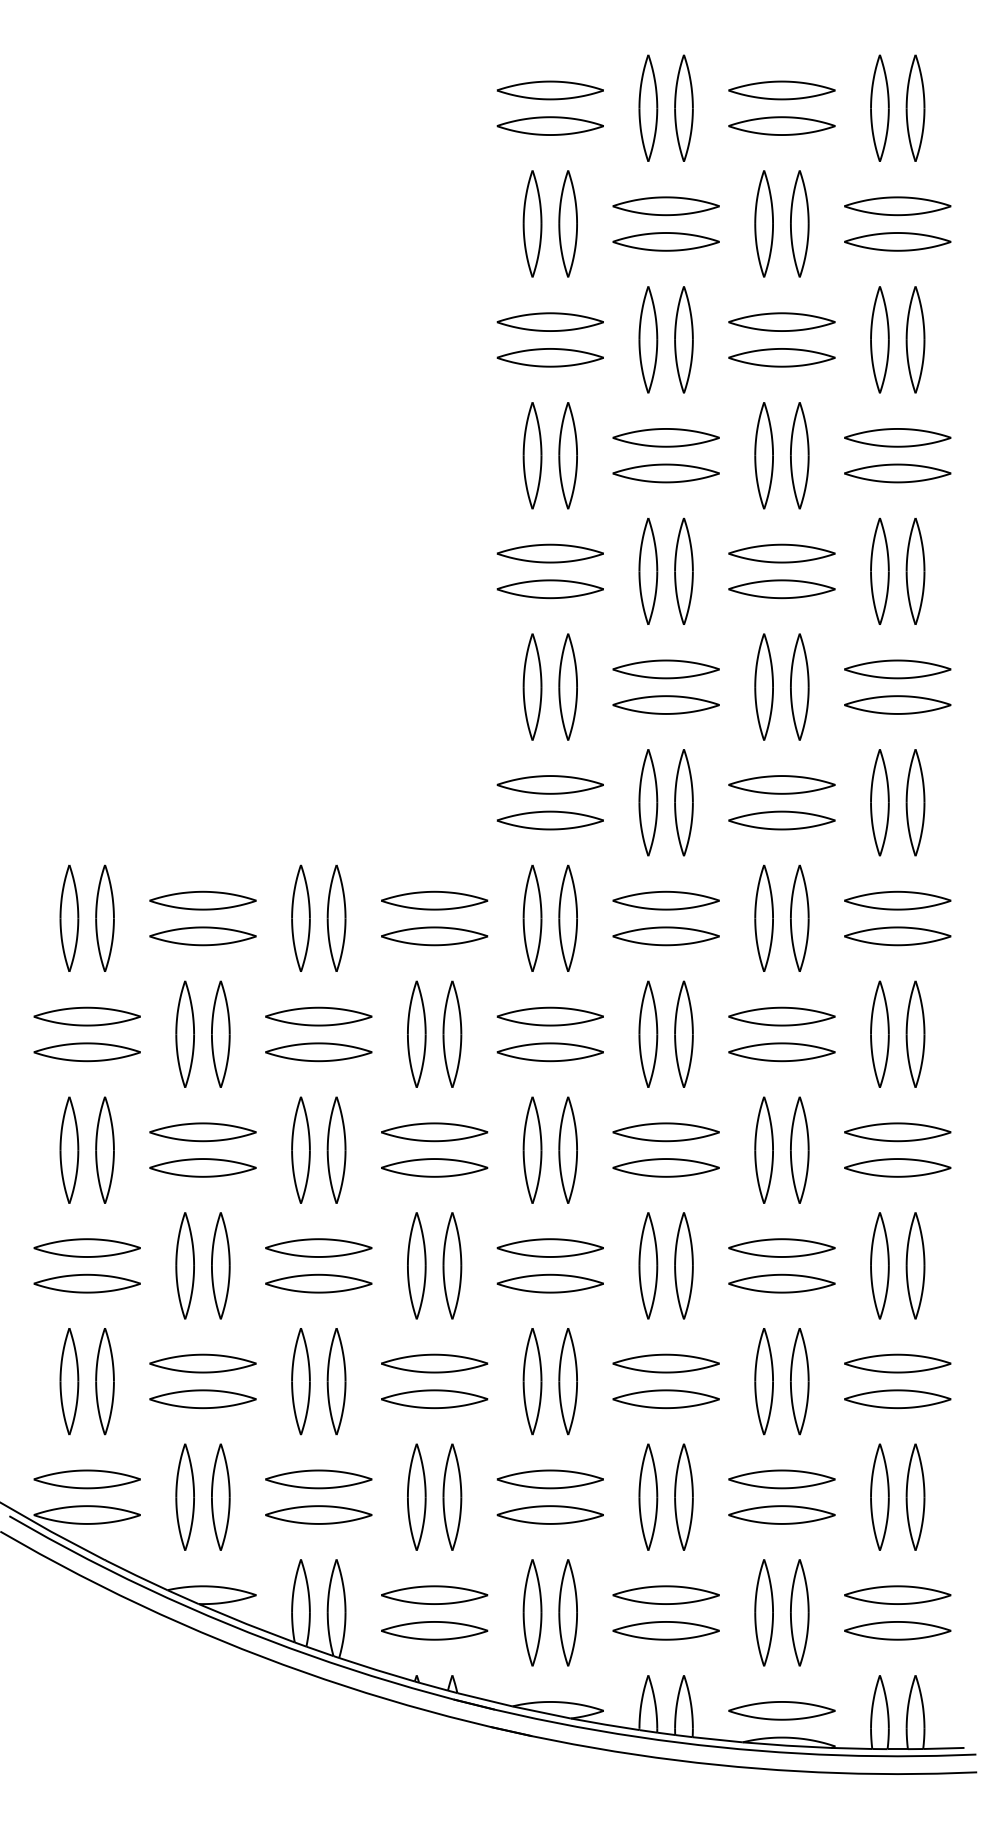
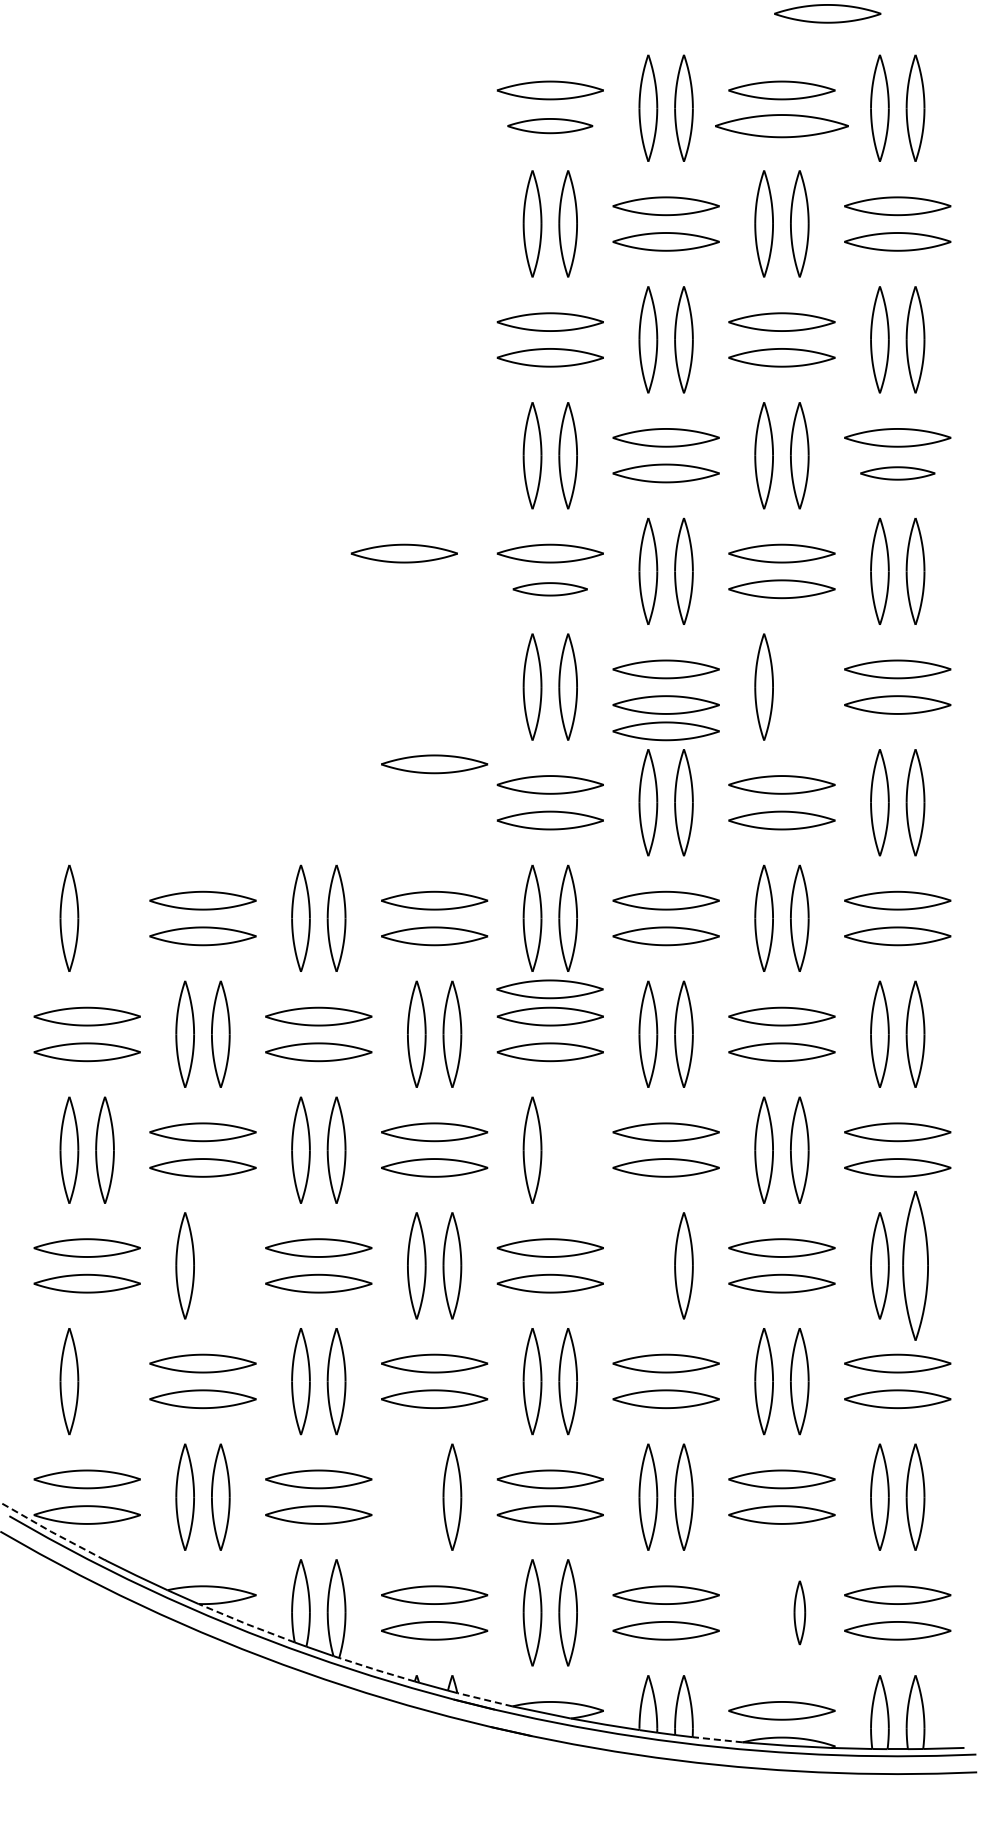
part at (827, 13): none -> present
part at (549, 125) size: 108x20 px -> 87x17 px
part at (781, 125) size: 108x20 px -> 134x25 px
part at (897, 473) size: 108x21 px -> 76x15 px
part at (403, 553): none -> present
part at (549, 589) size: 108x21 px -> 76x15 px
part at (799, 686): present -> none
part at (665, 731): none -> present
part at (434, 764): none -> present
part at (104, 917): present -> none
part at (549, 989): none -> present
part at (567, 1149): present -> none
part at (220, 1265): present -> none
part at (648, 1265): present -> none
part at (915, 1265) size: 21x108 px -> 27x150 px
part at (104, 1381): present -> none
part at (416, 1496): present -> none
line at (51, 1531): solid -> dashed
part at (763, 1612): present -> none
part at (799, 1612) size: 20x108 px -> 14x66 px
line at (246, 1624): solid -> dashed
line at (376, 1670): solid -> dashed
line at (484, 1699): solid -> dashed
line at (717, 1739): solid -> dashed
